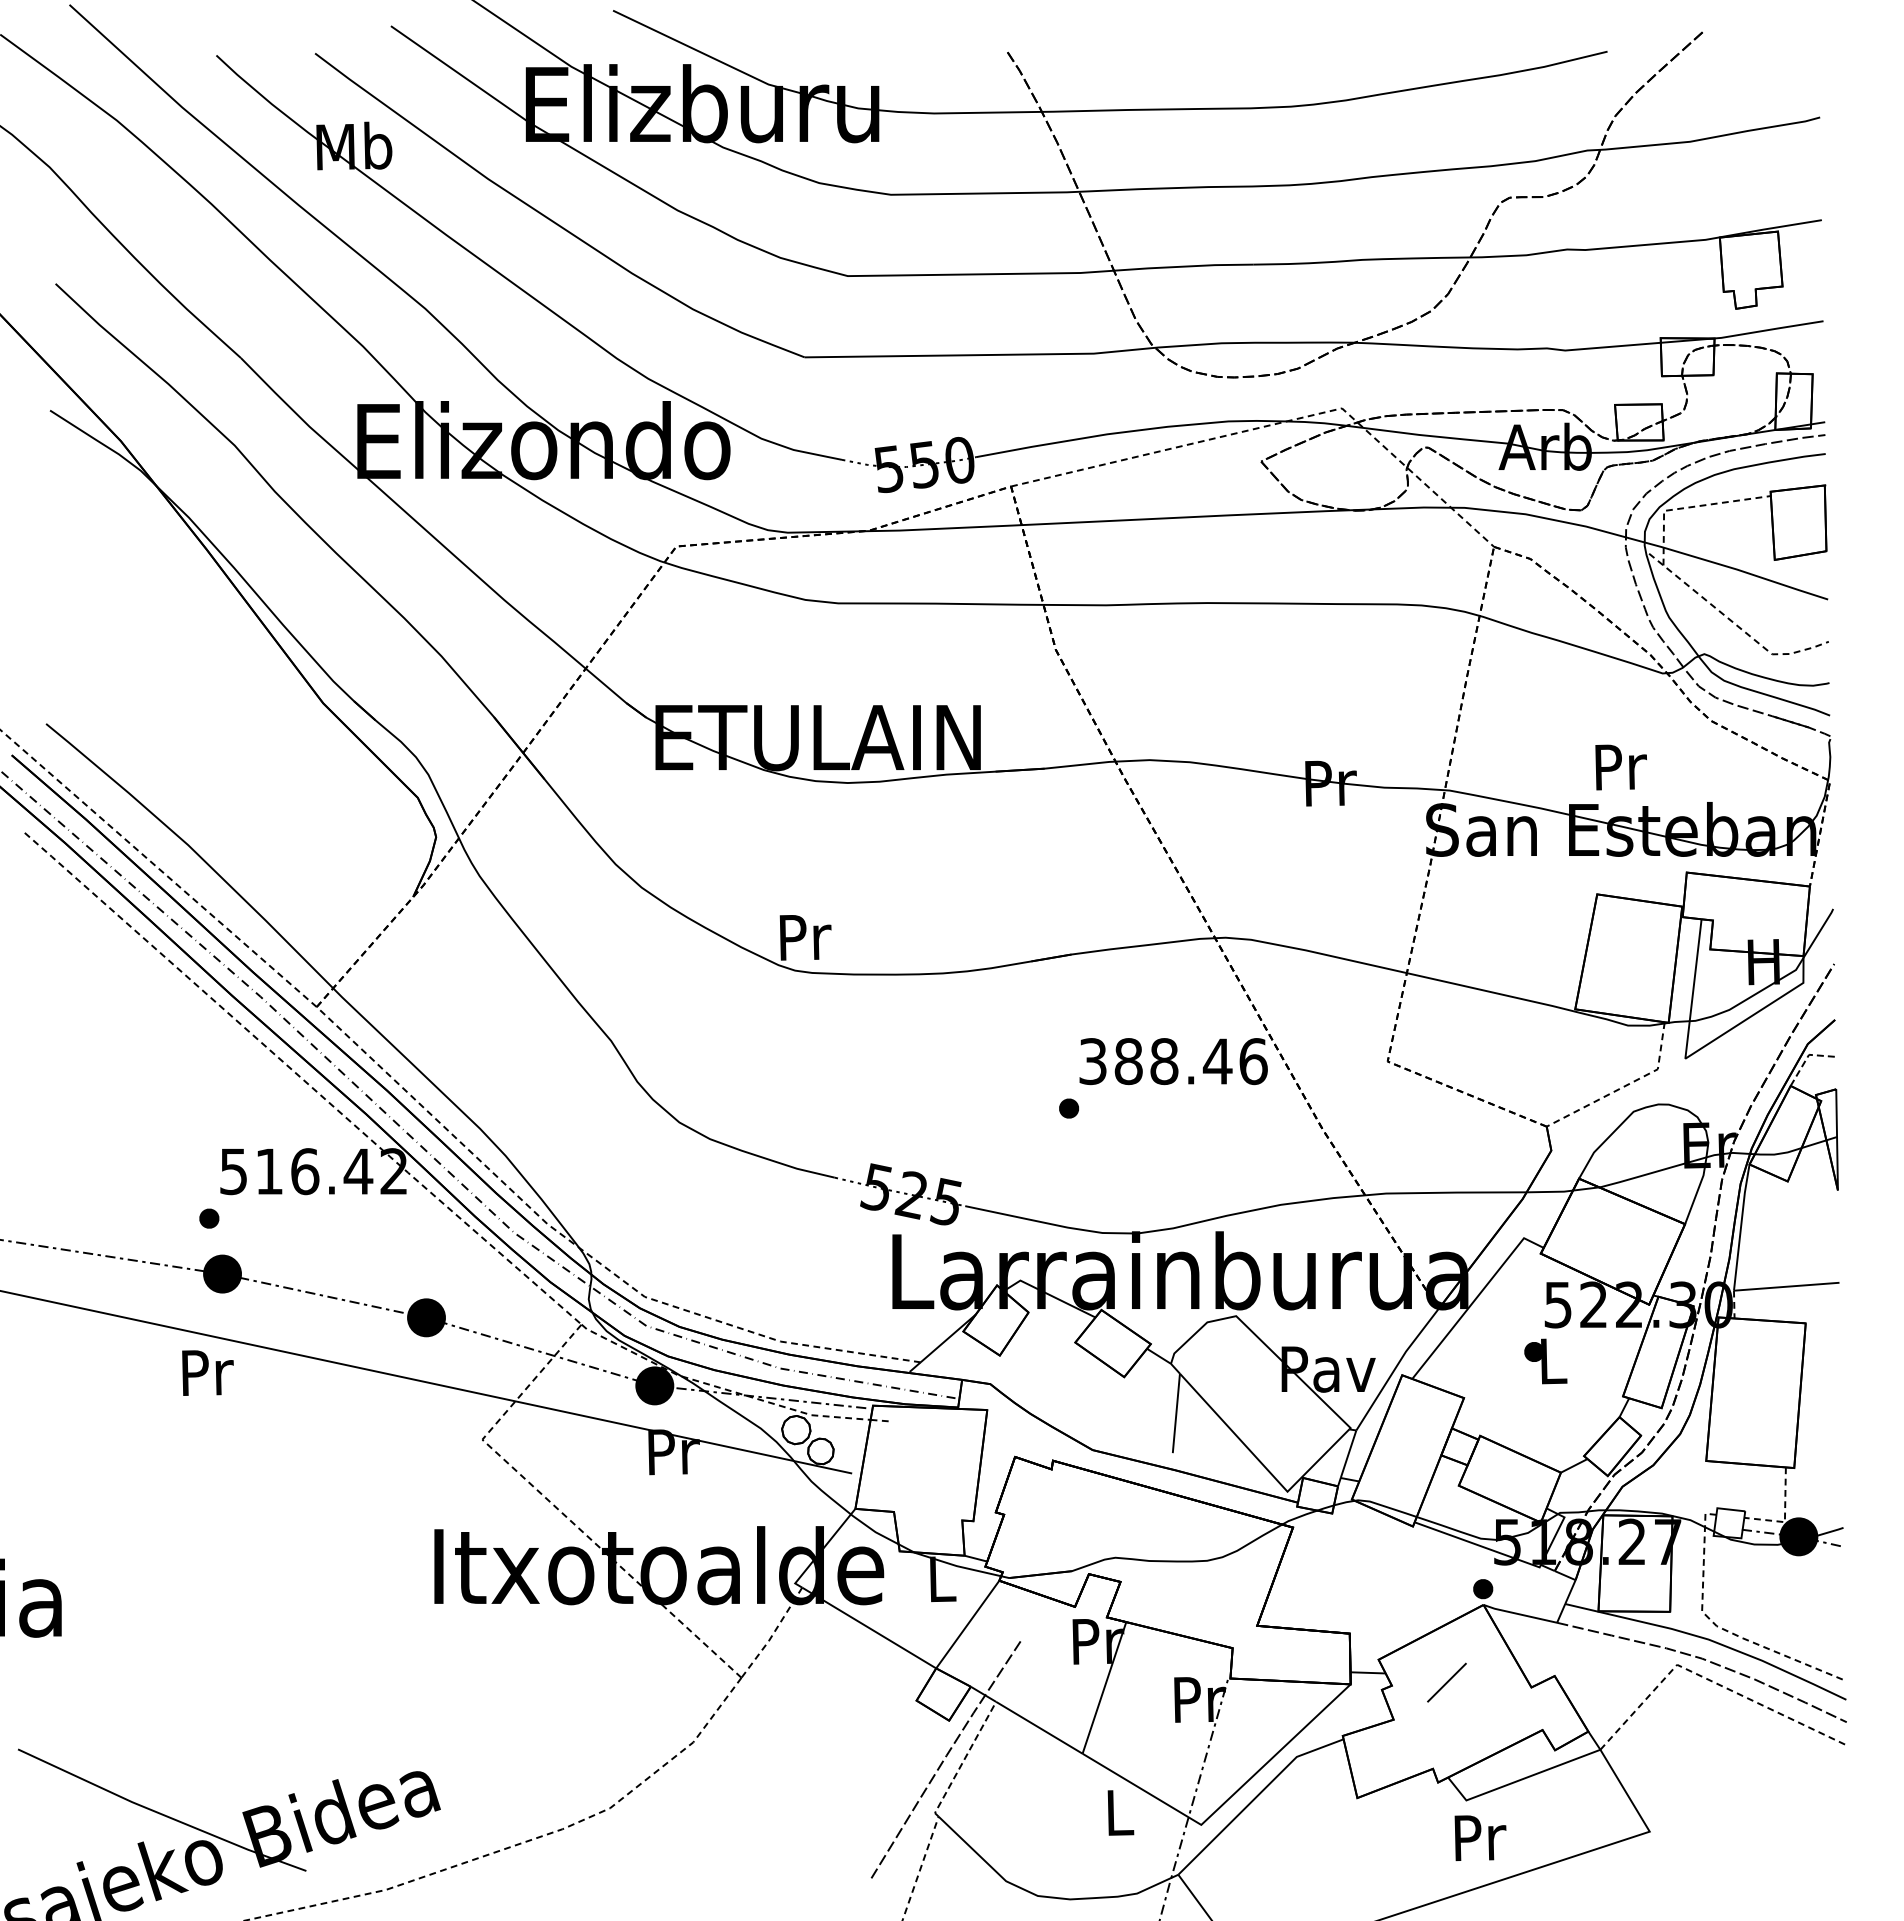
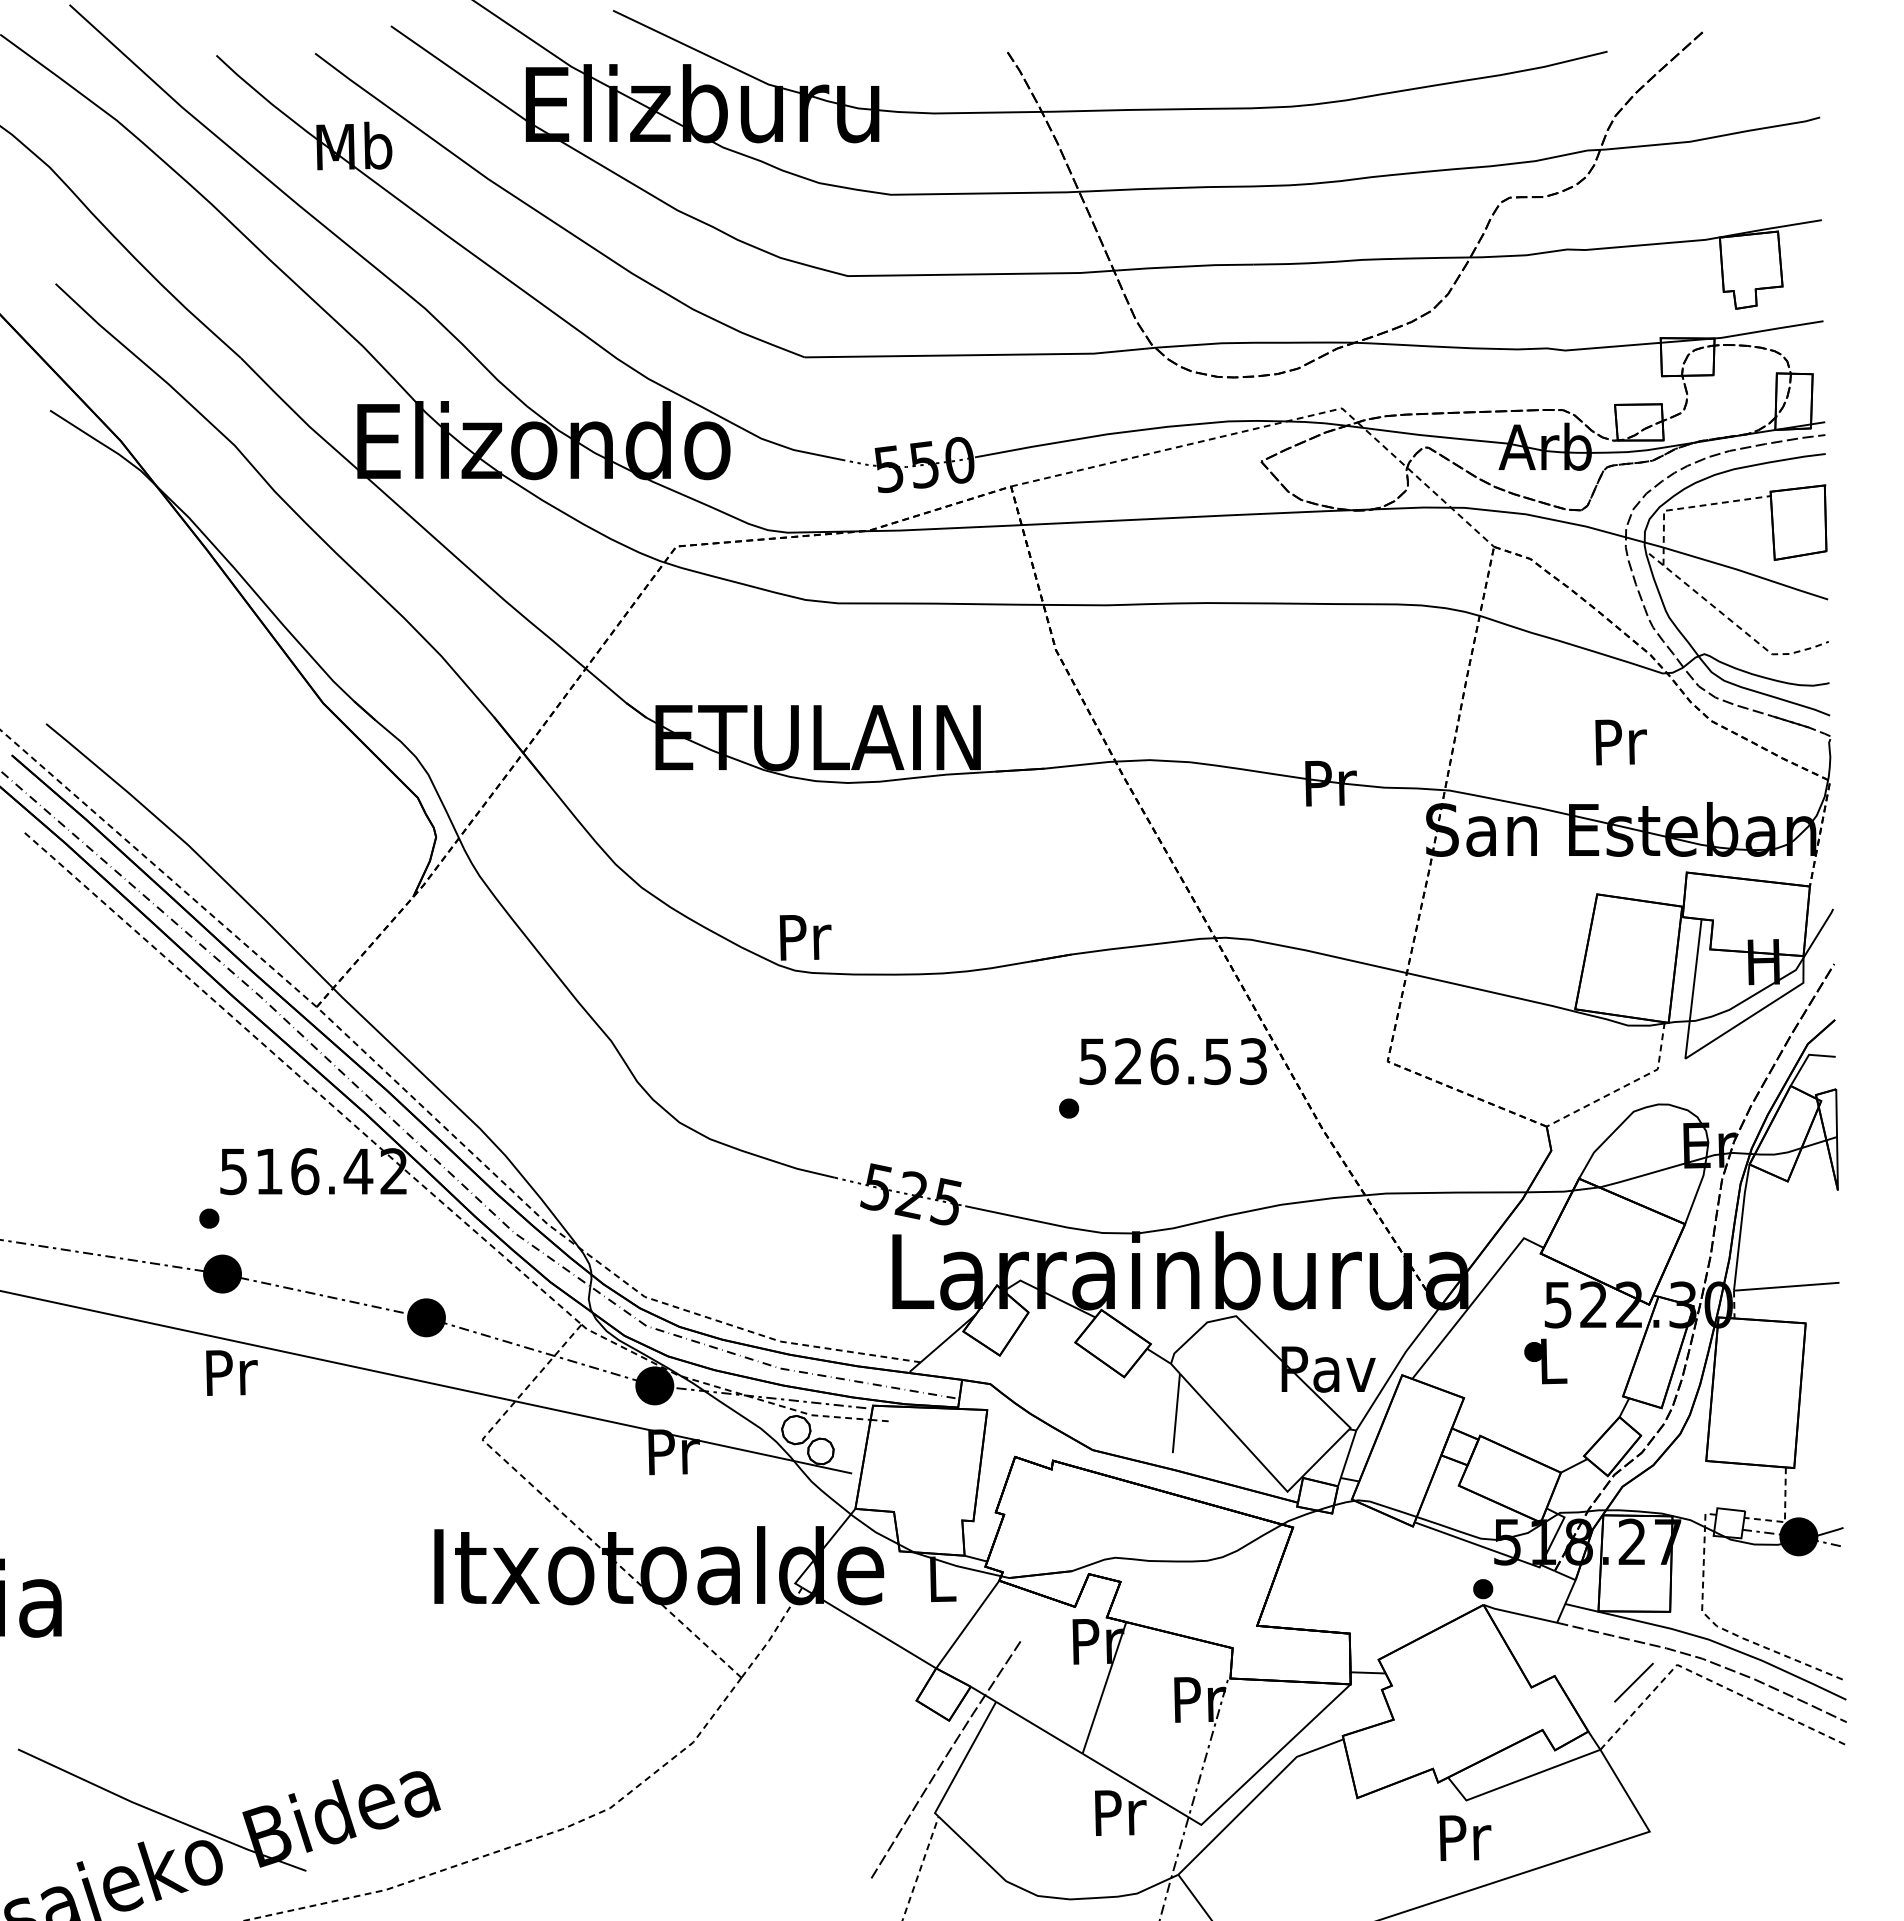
text at (1620, 767) position: (1620, 767) -> (1620, 742)
line at (1807, 1058): dashed -> solid
text at (1173, 1061): 388.46 -> 526.53
text at (207, 1372) position: (207, 1372) -> (231, 1372)
line at (1446, 1682) position: (1446, 1682) -> (1633, 1682)
line at (963, 1760): dashed -> solid
text at (1120, 1812): L -> Pr
text at (1480, 1837) position: (1480, 1837) -> (1465, 1837)
